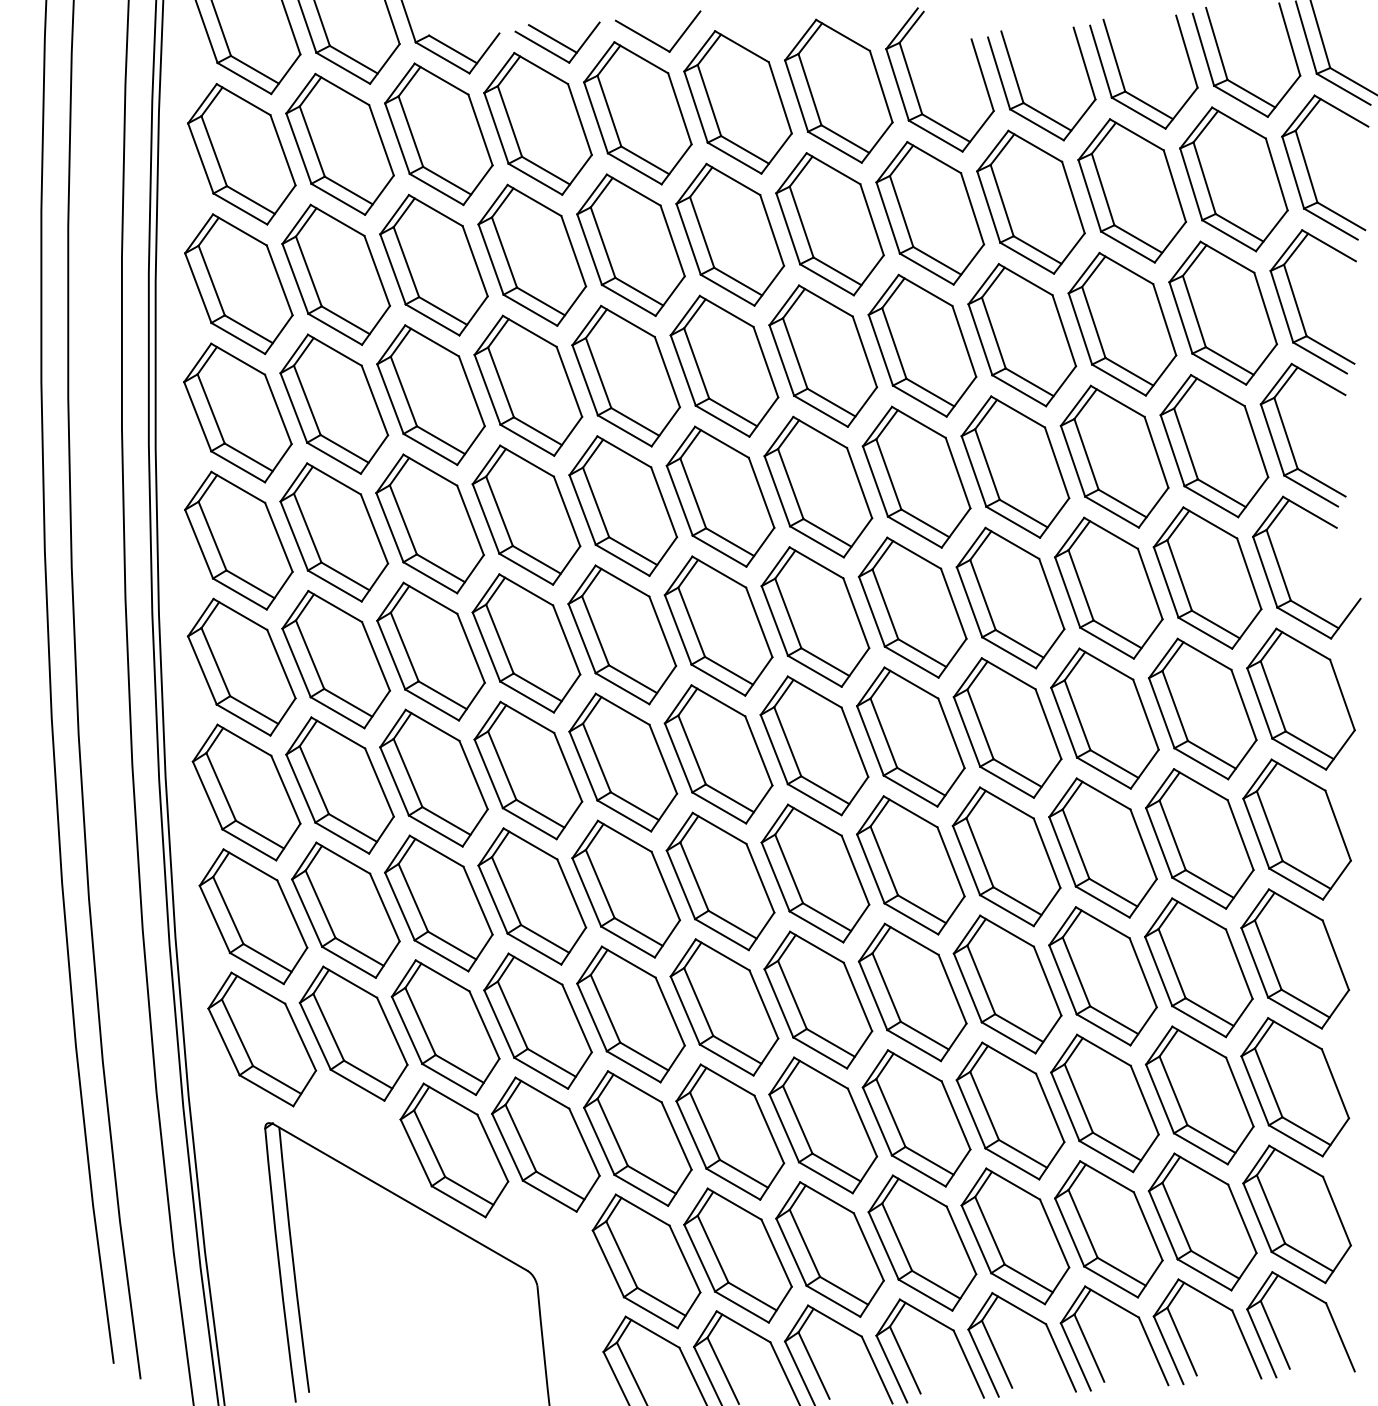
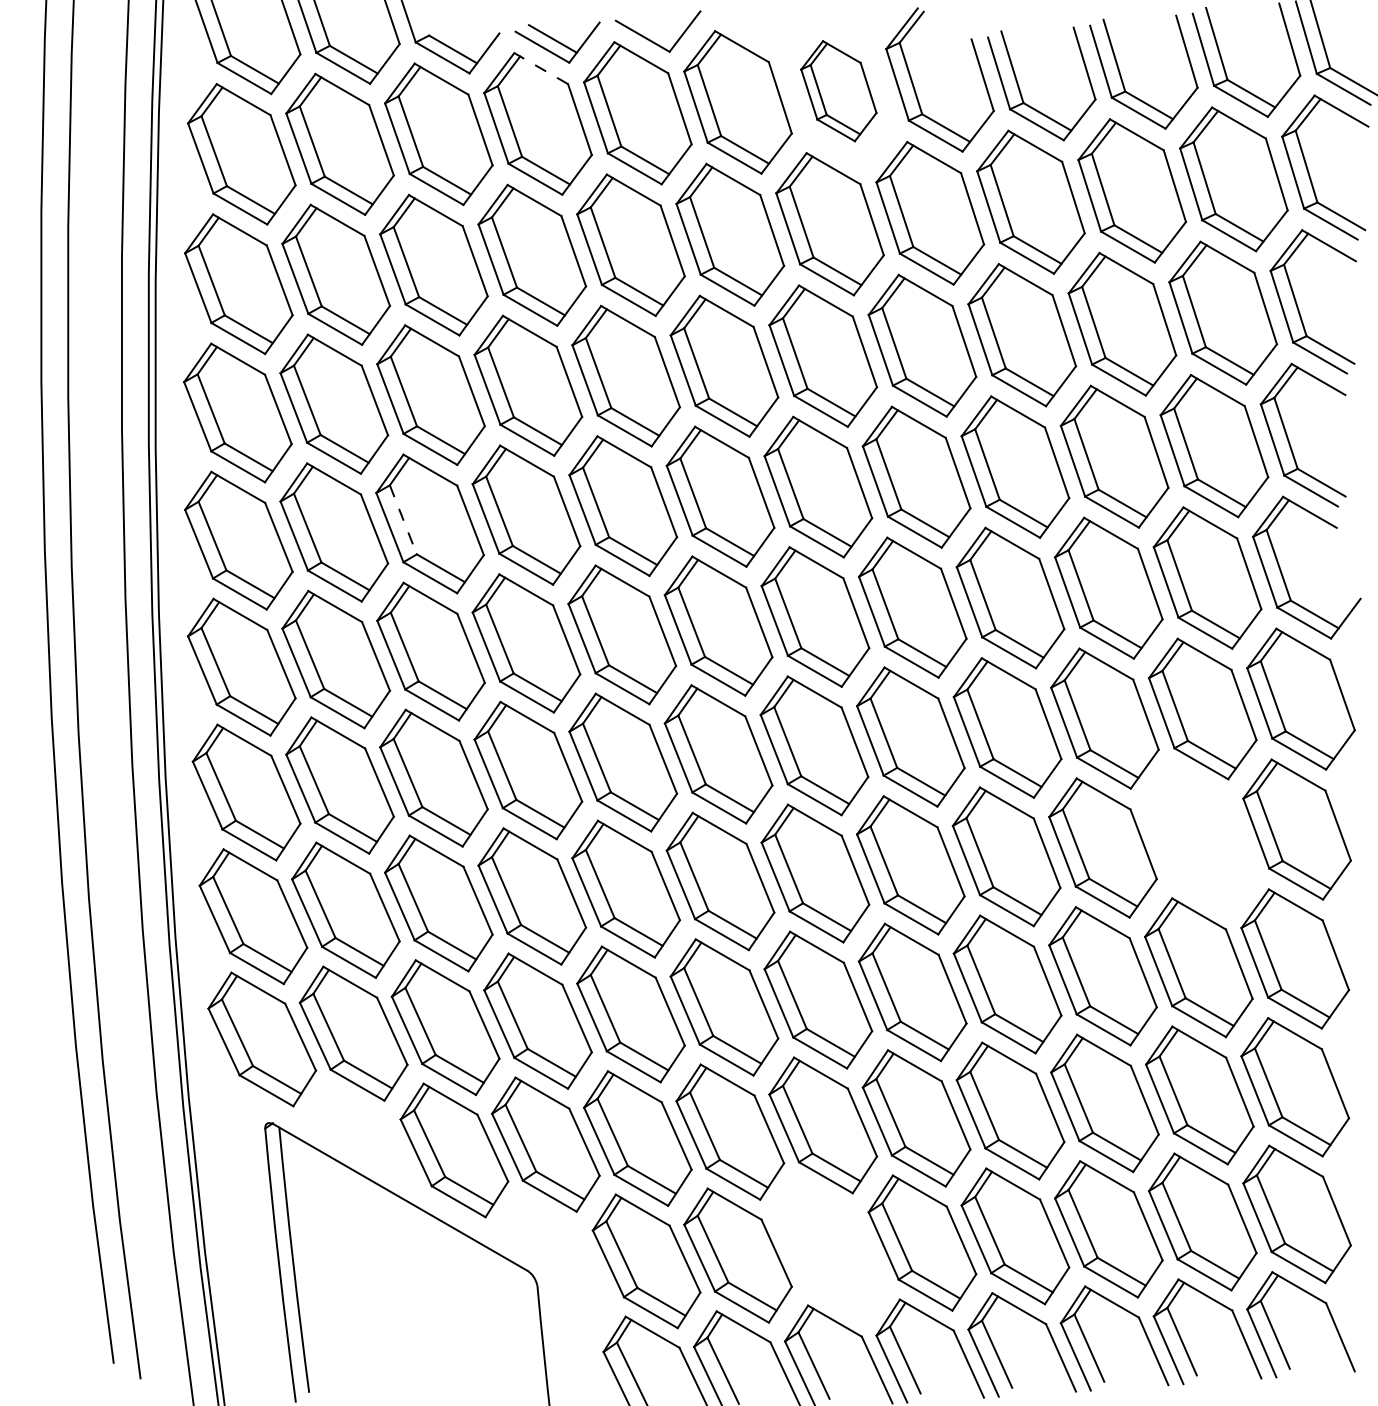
line at (540, 68): solid -> dashed
part at (838, 90) size: 110x146 px -> 78x103 px
line at (403, 520): solid -> dashed
part at (1199, 838): present -> none
part at (829, 1249): present -> none
